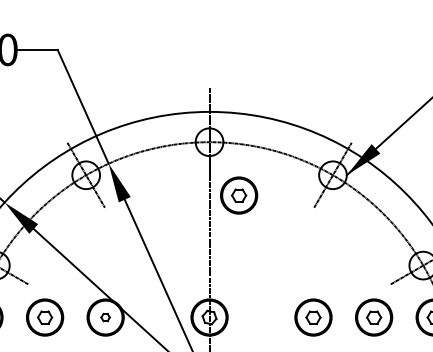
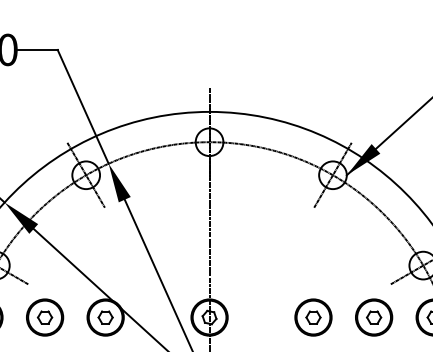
part at (239, 195): present -> none
part at (105, 317) size: 11x11 px -> 17x15 px
